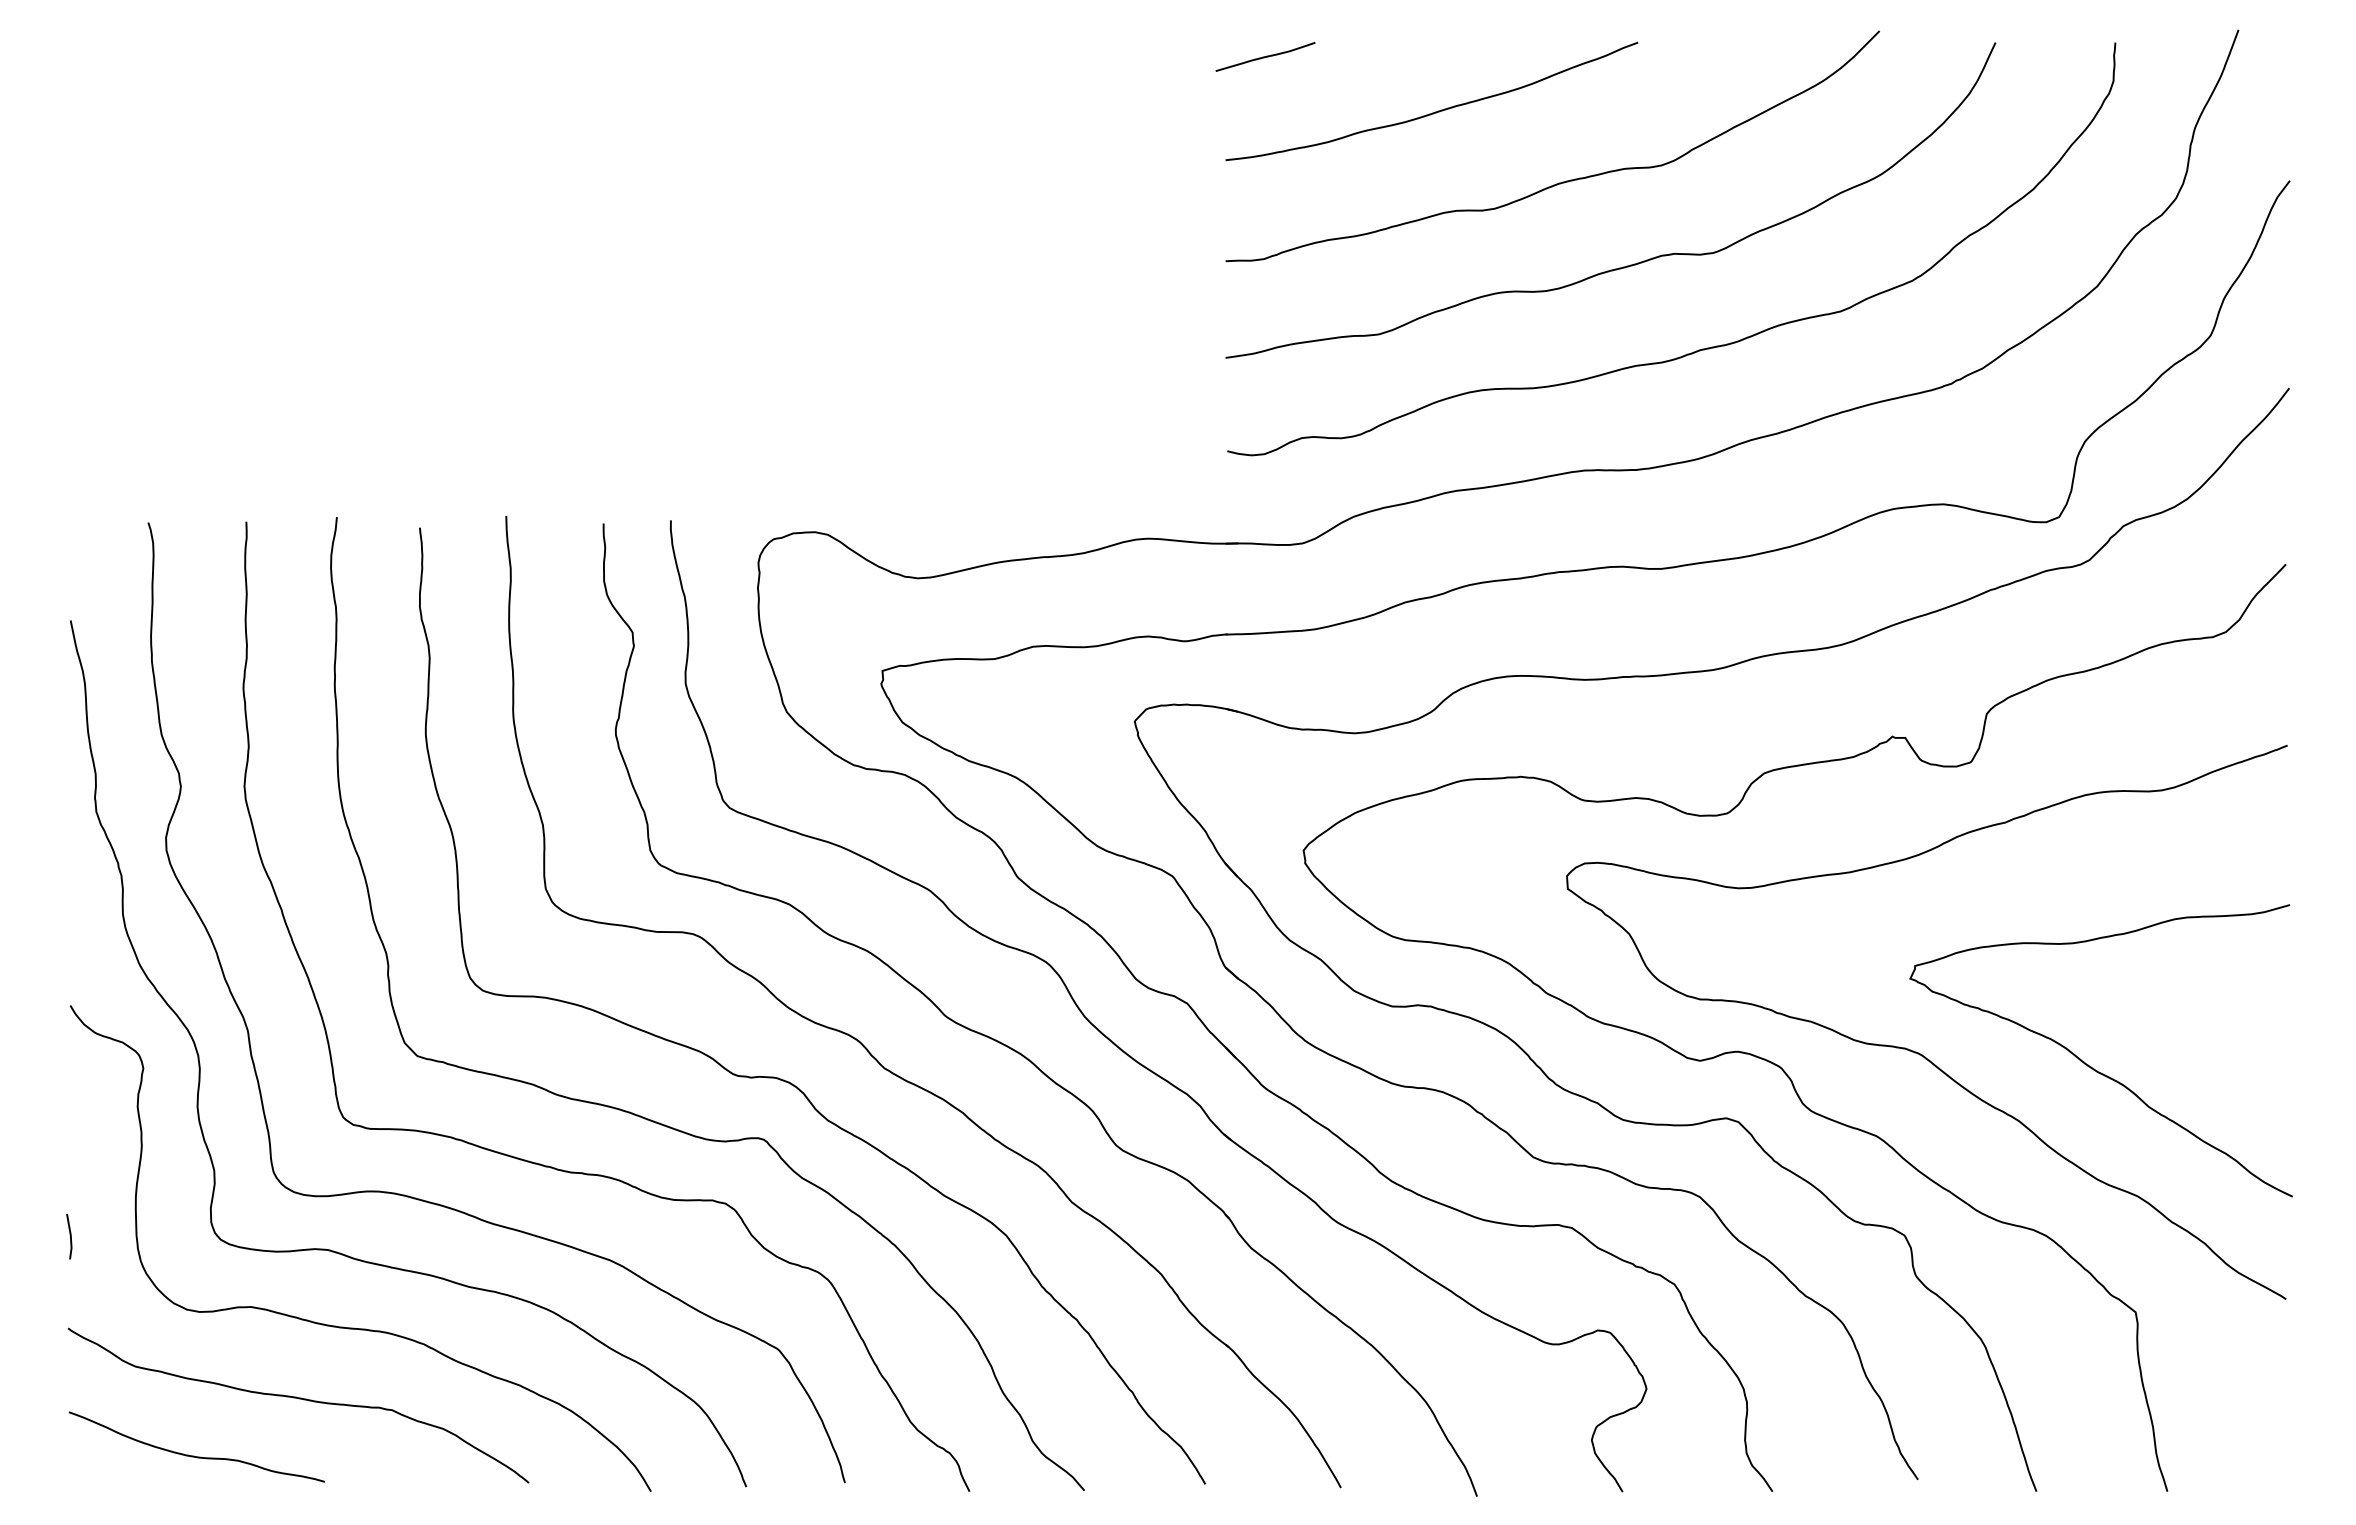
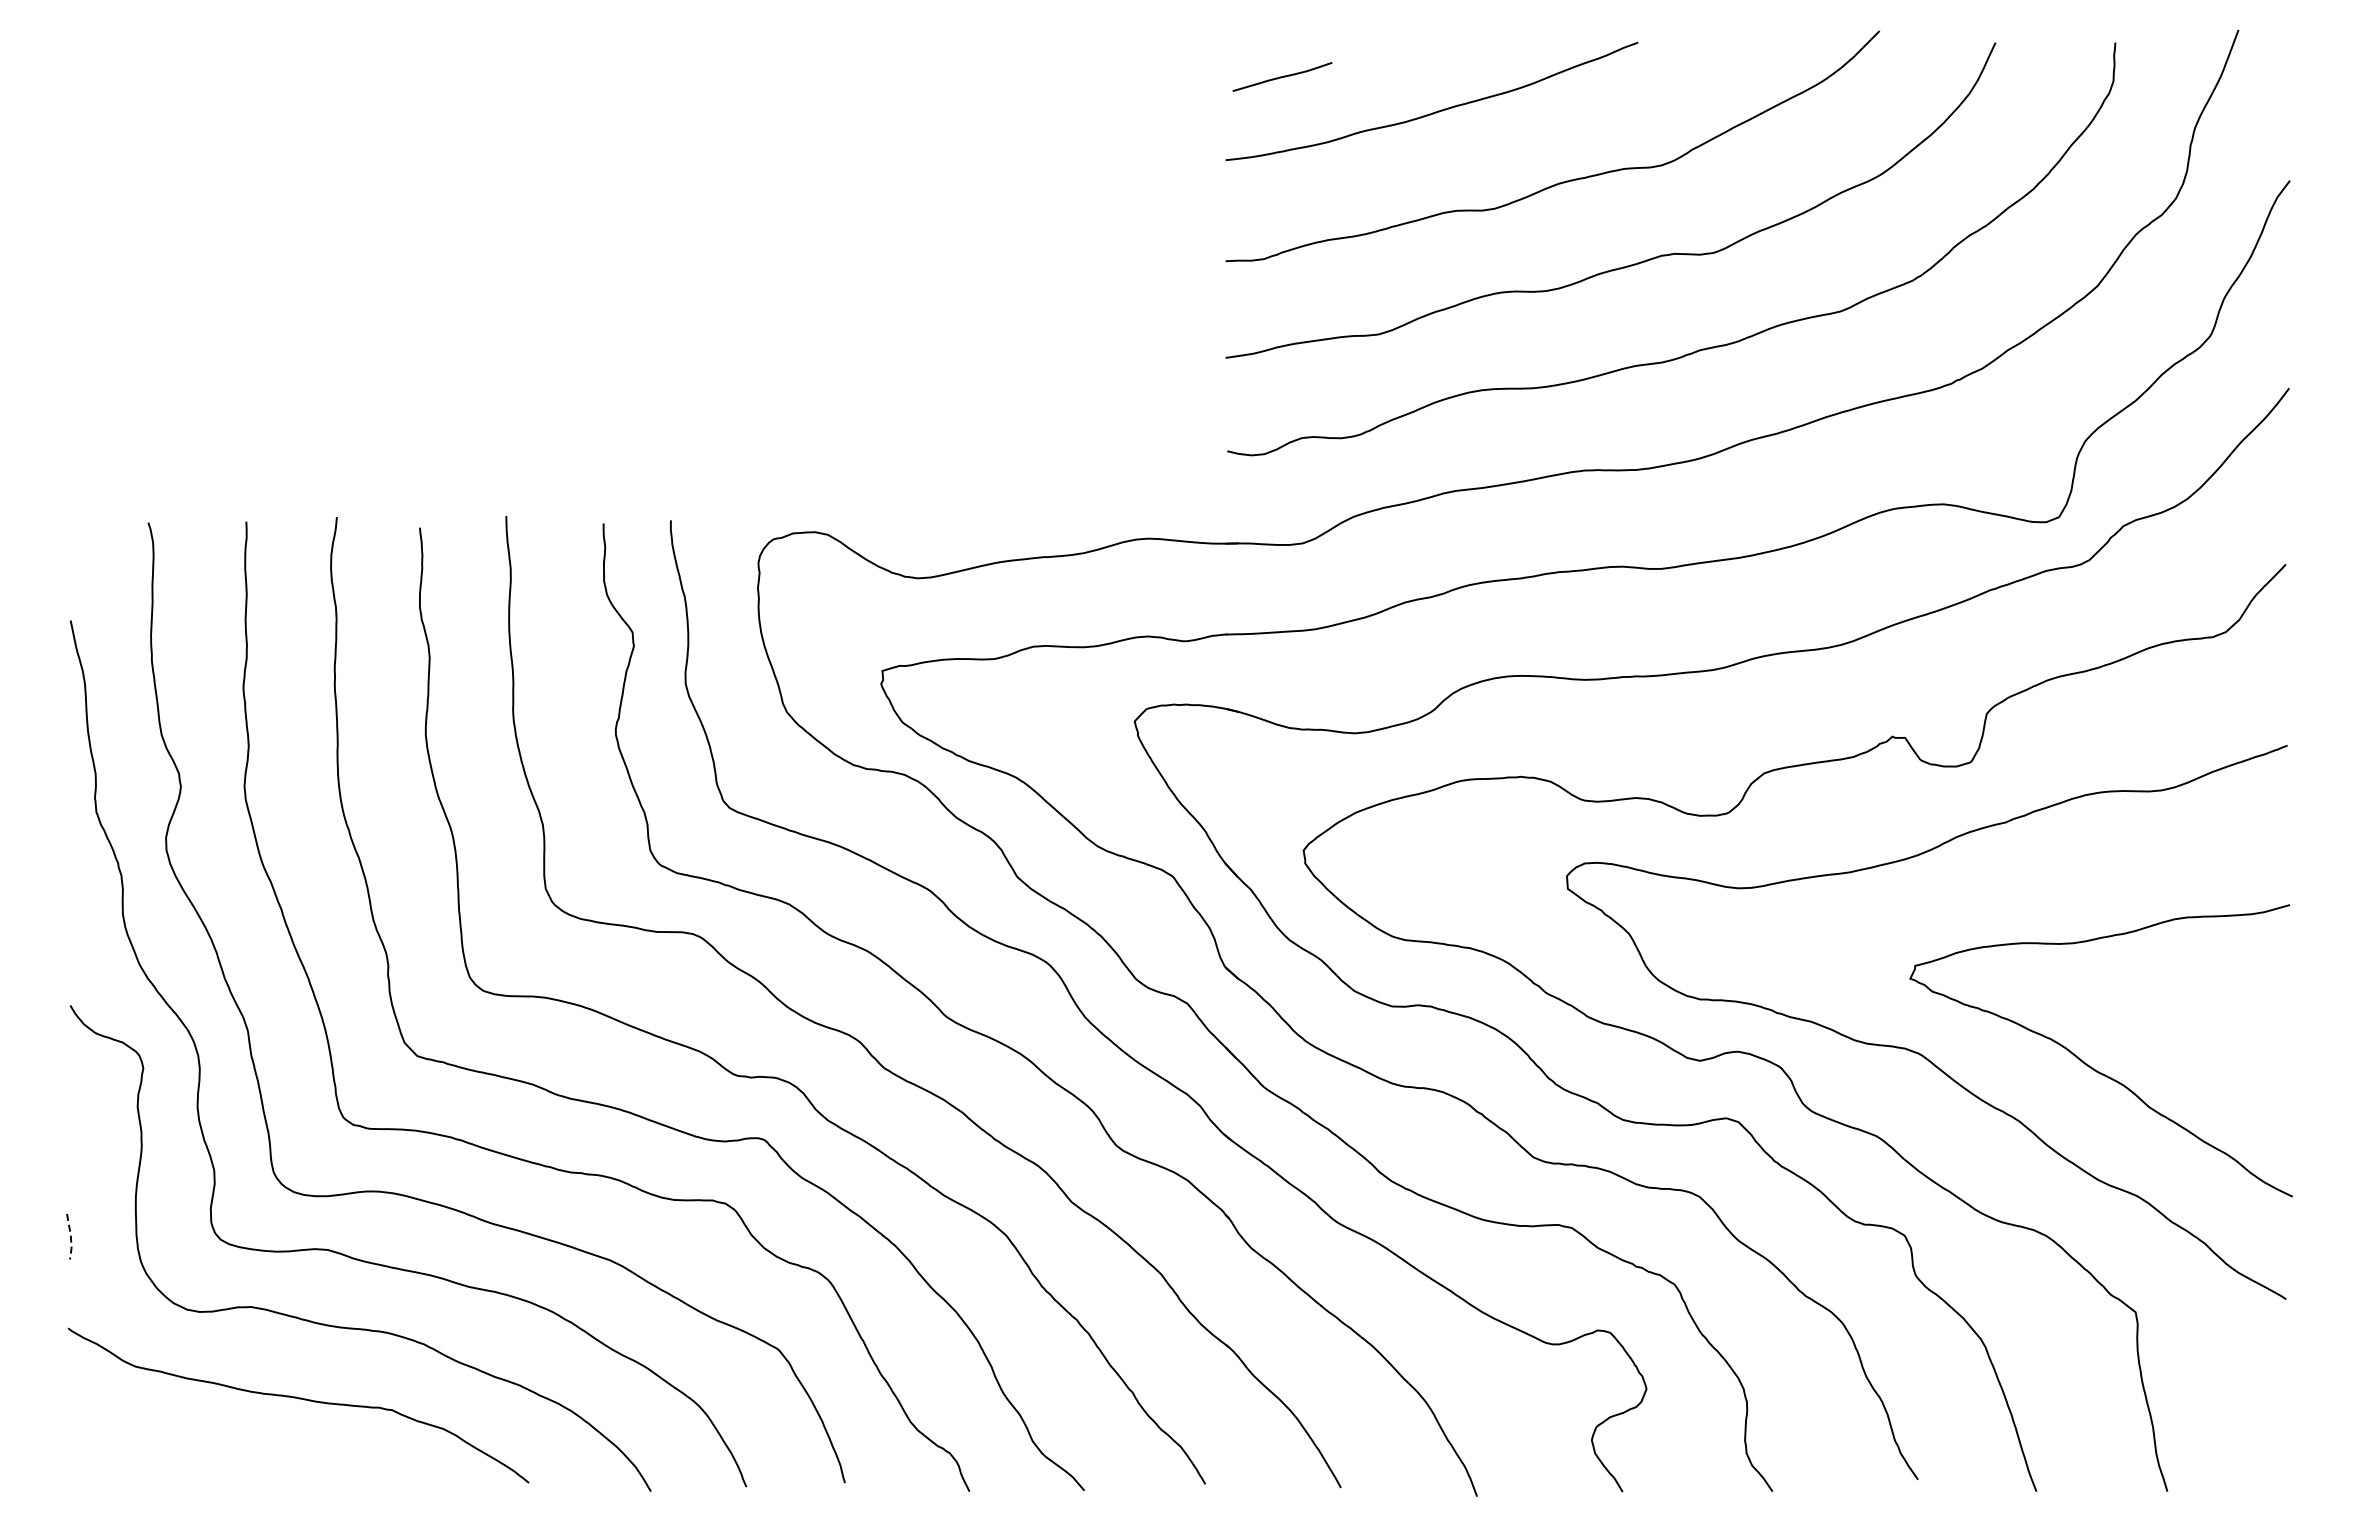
curve at (1265, 56) position: (1265, 56) -> (1282, 76)
line at (70, 1237): solid -> dashed
curve at (194, 1455): present -> none
